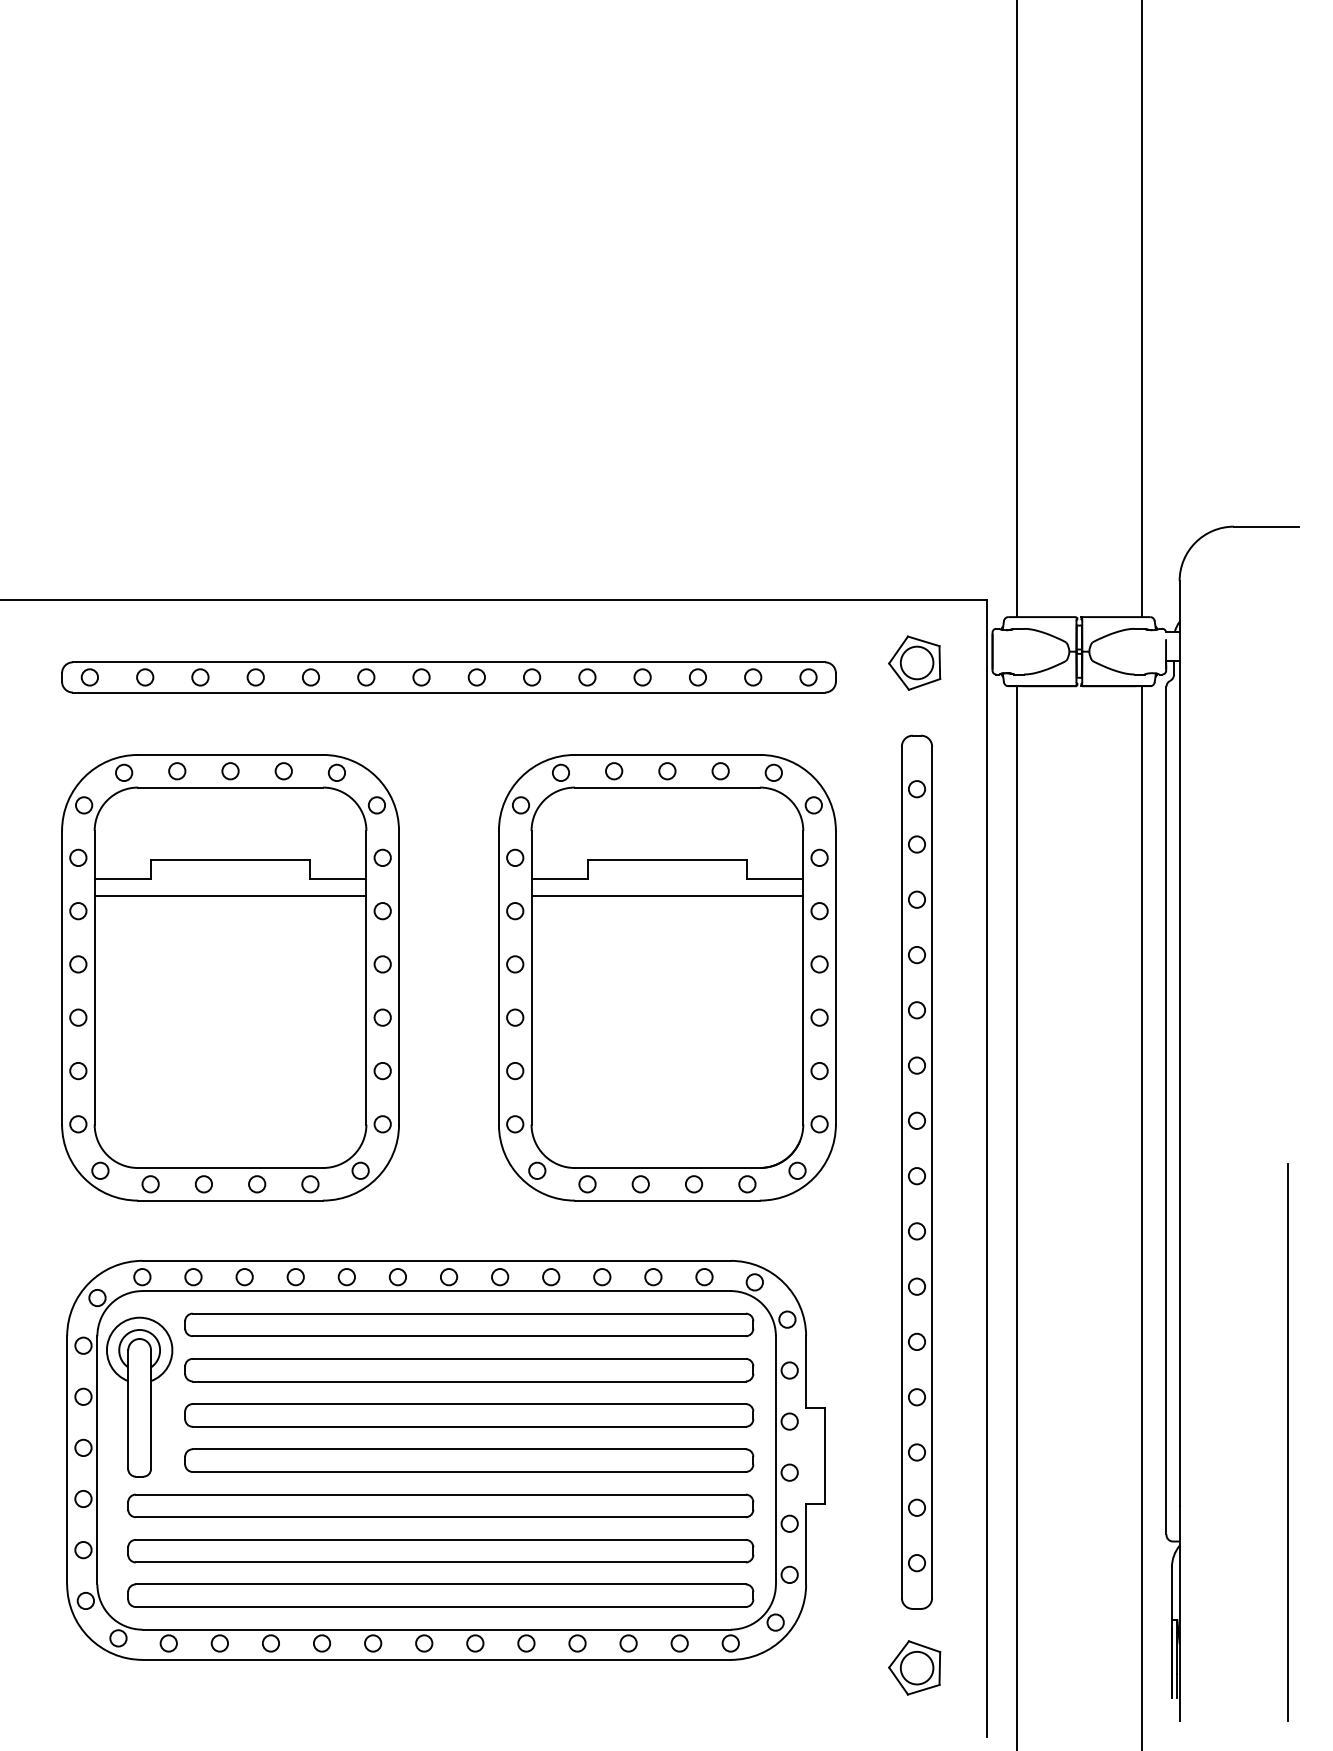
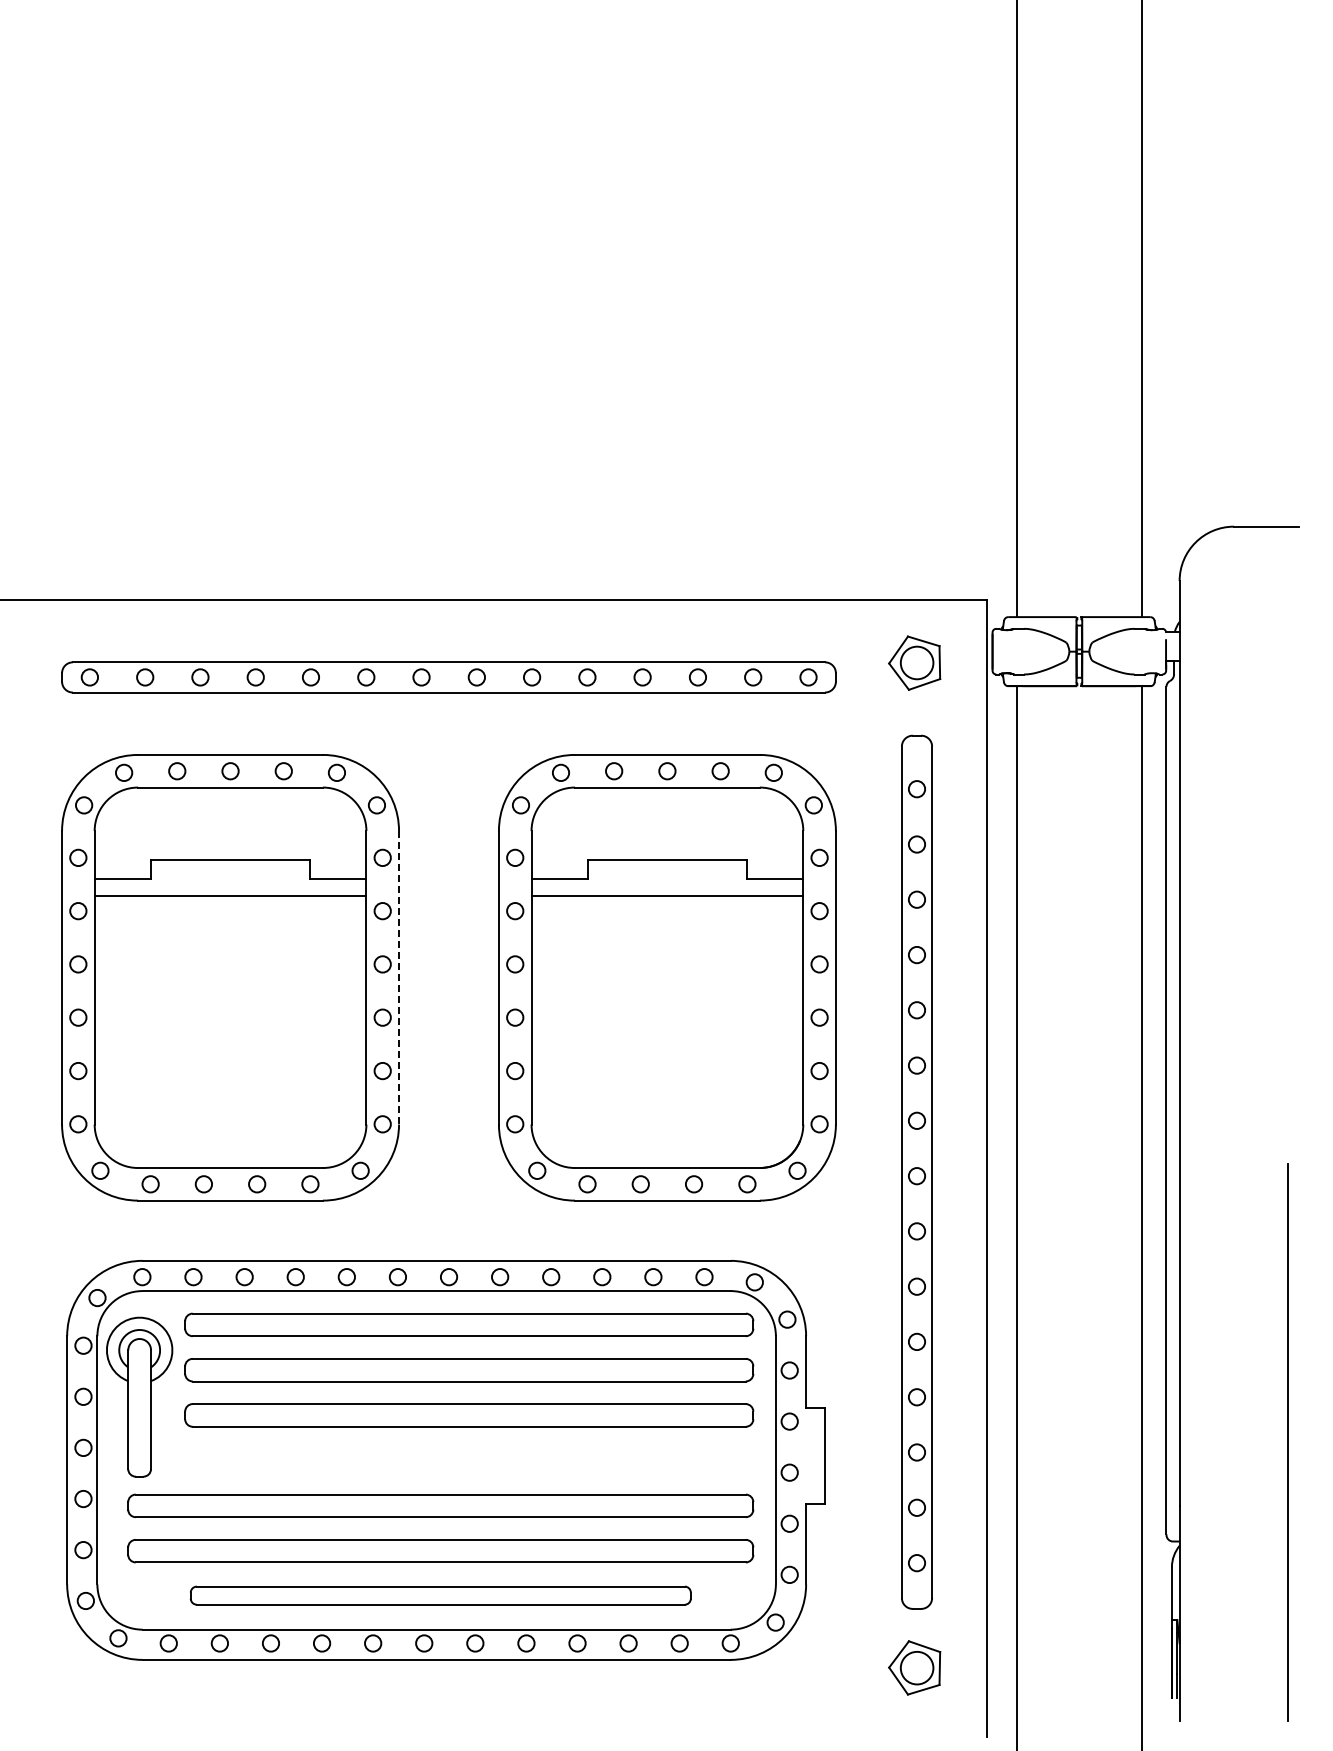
line at (399, 977): solid -> dashed
part at (469, 1460): present -> none
part at (440, 1595) size: 628x25 px -> 503x21 px
